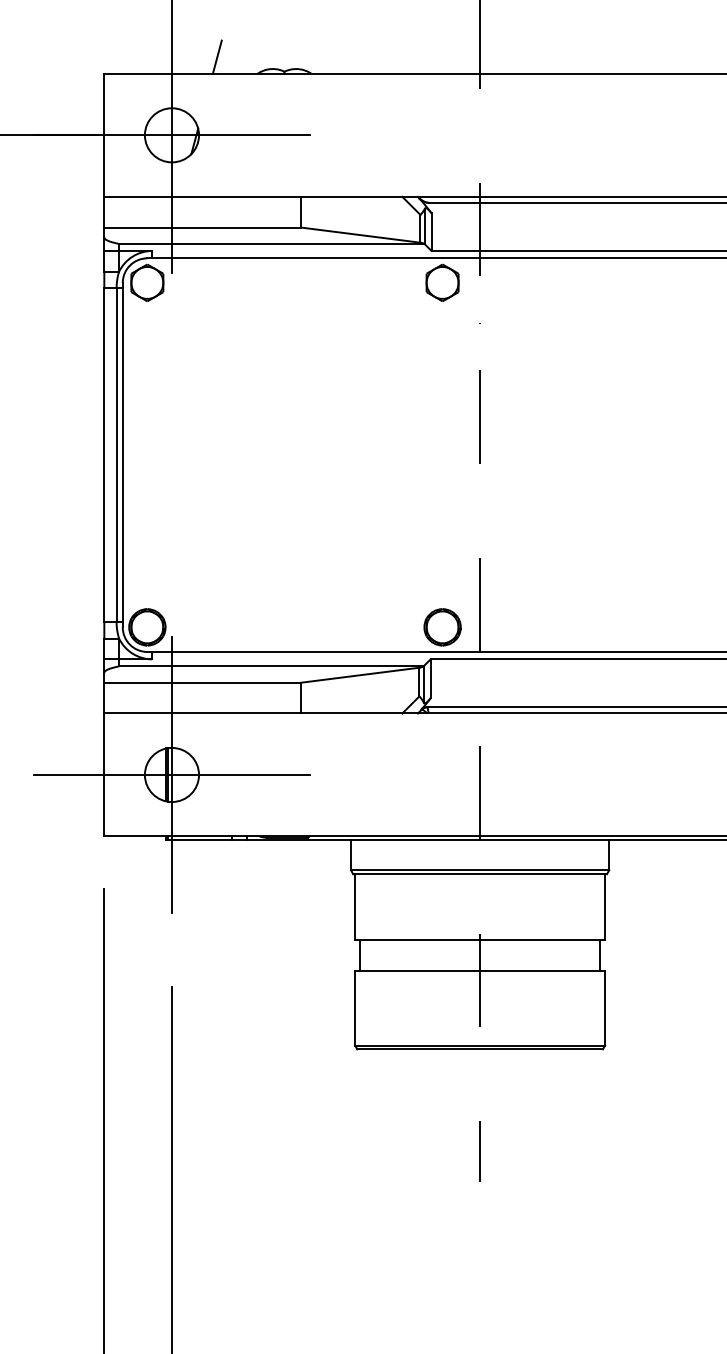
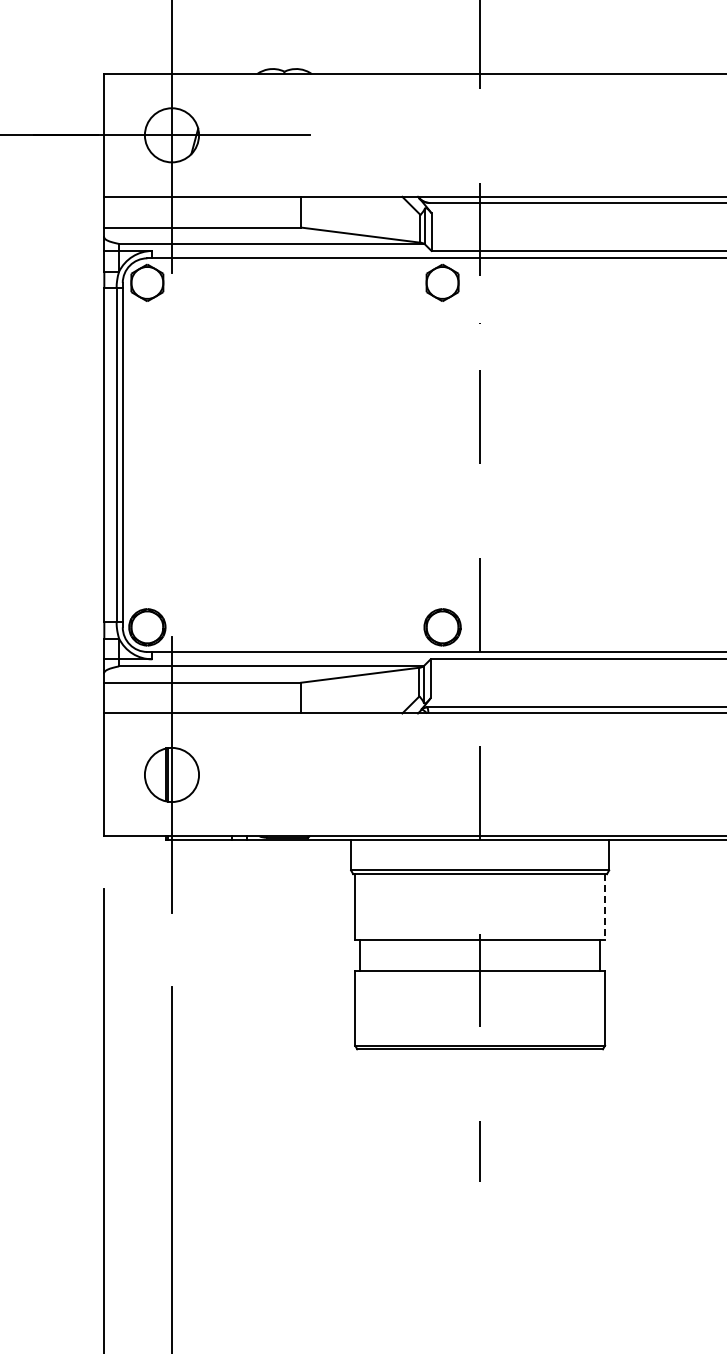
line at (216, 56): present -> none
line at (171, 774): present -> none
line at (605, 906): solid -> dashed
